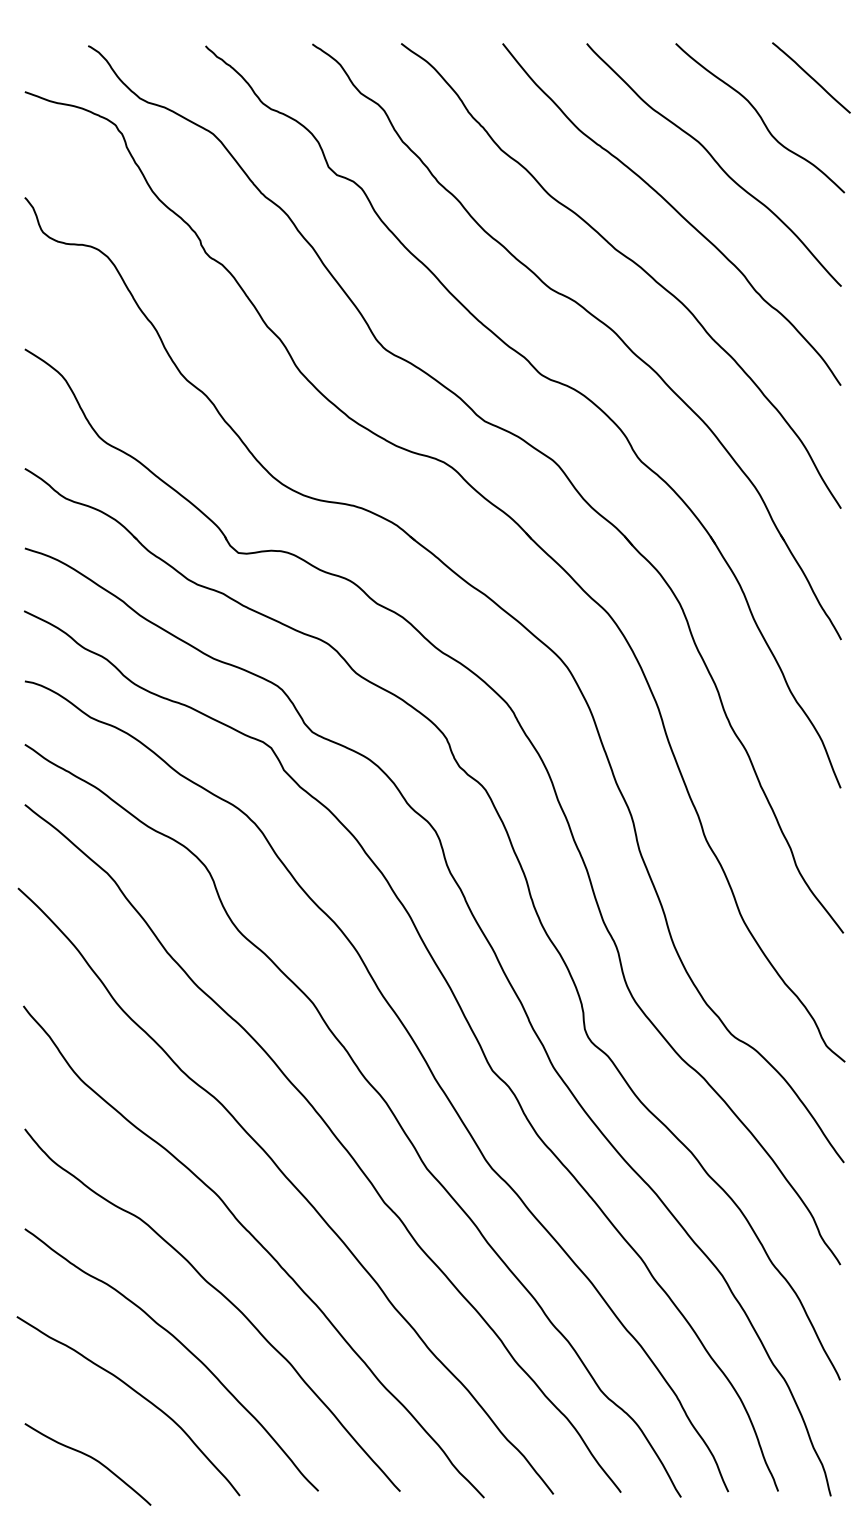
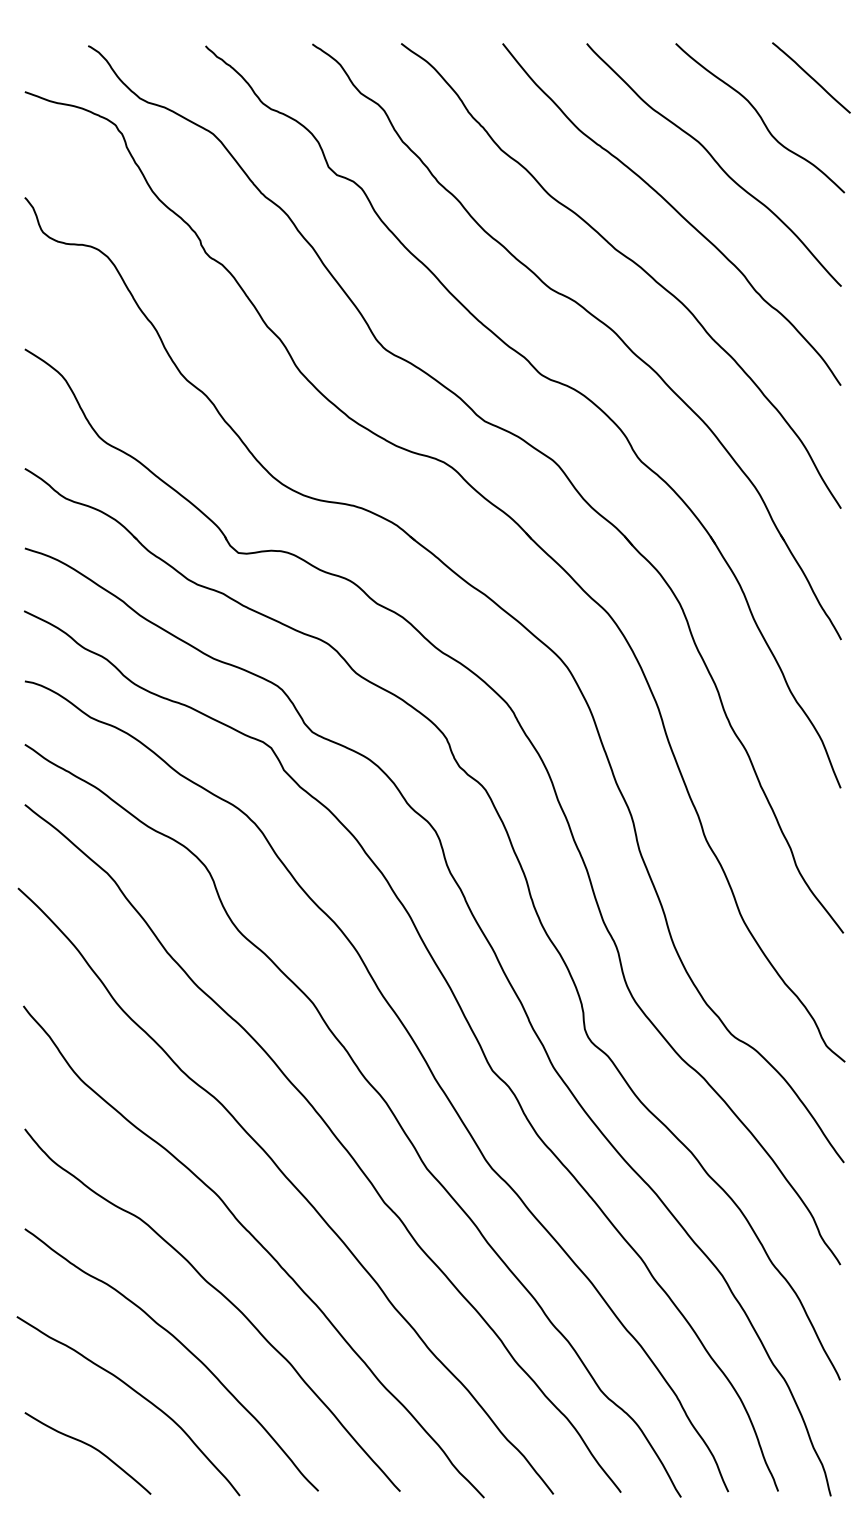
curve at (92, 1459) position: (92, 1459) -> (92, 1448)
